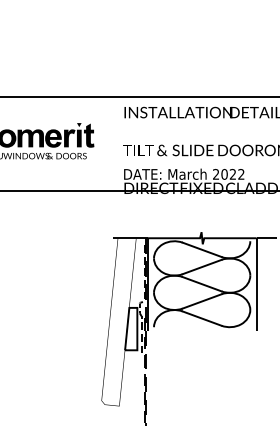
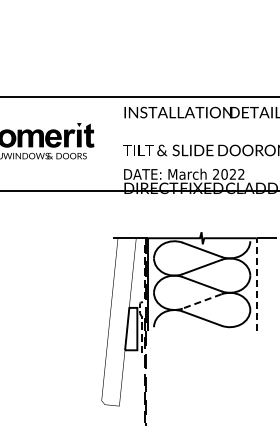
line at (256, 283): solid -> dashed
line at (202, 301): solid -> dashed
